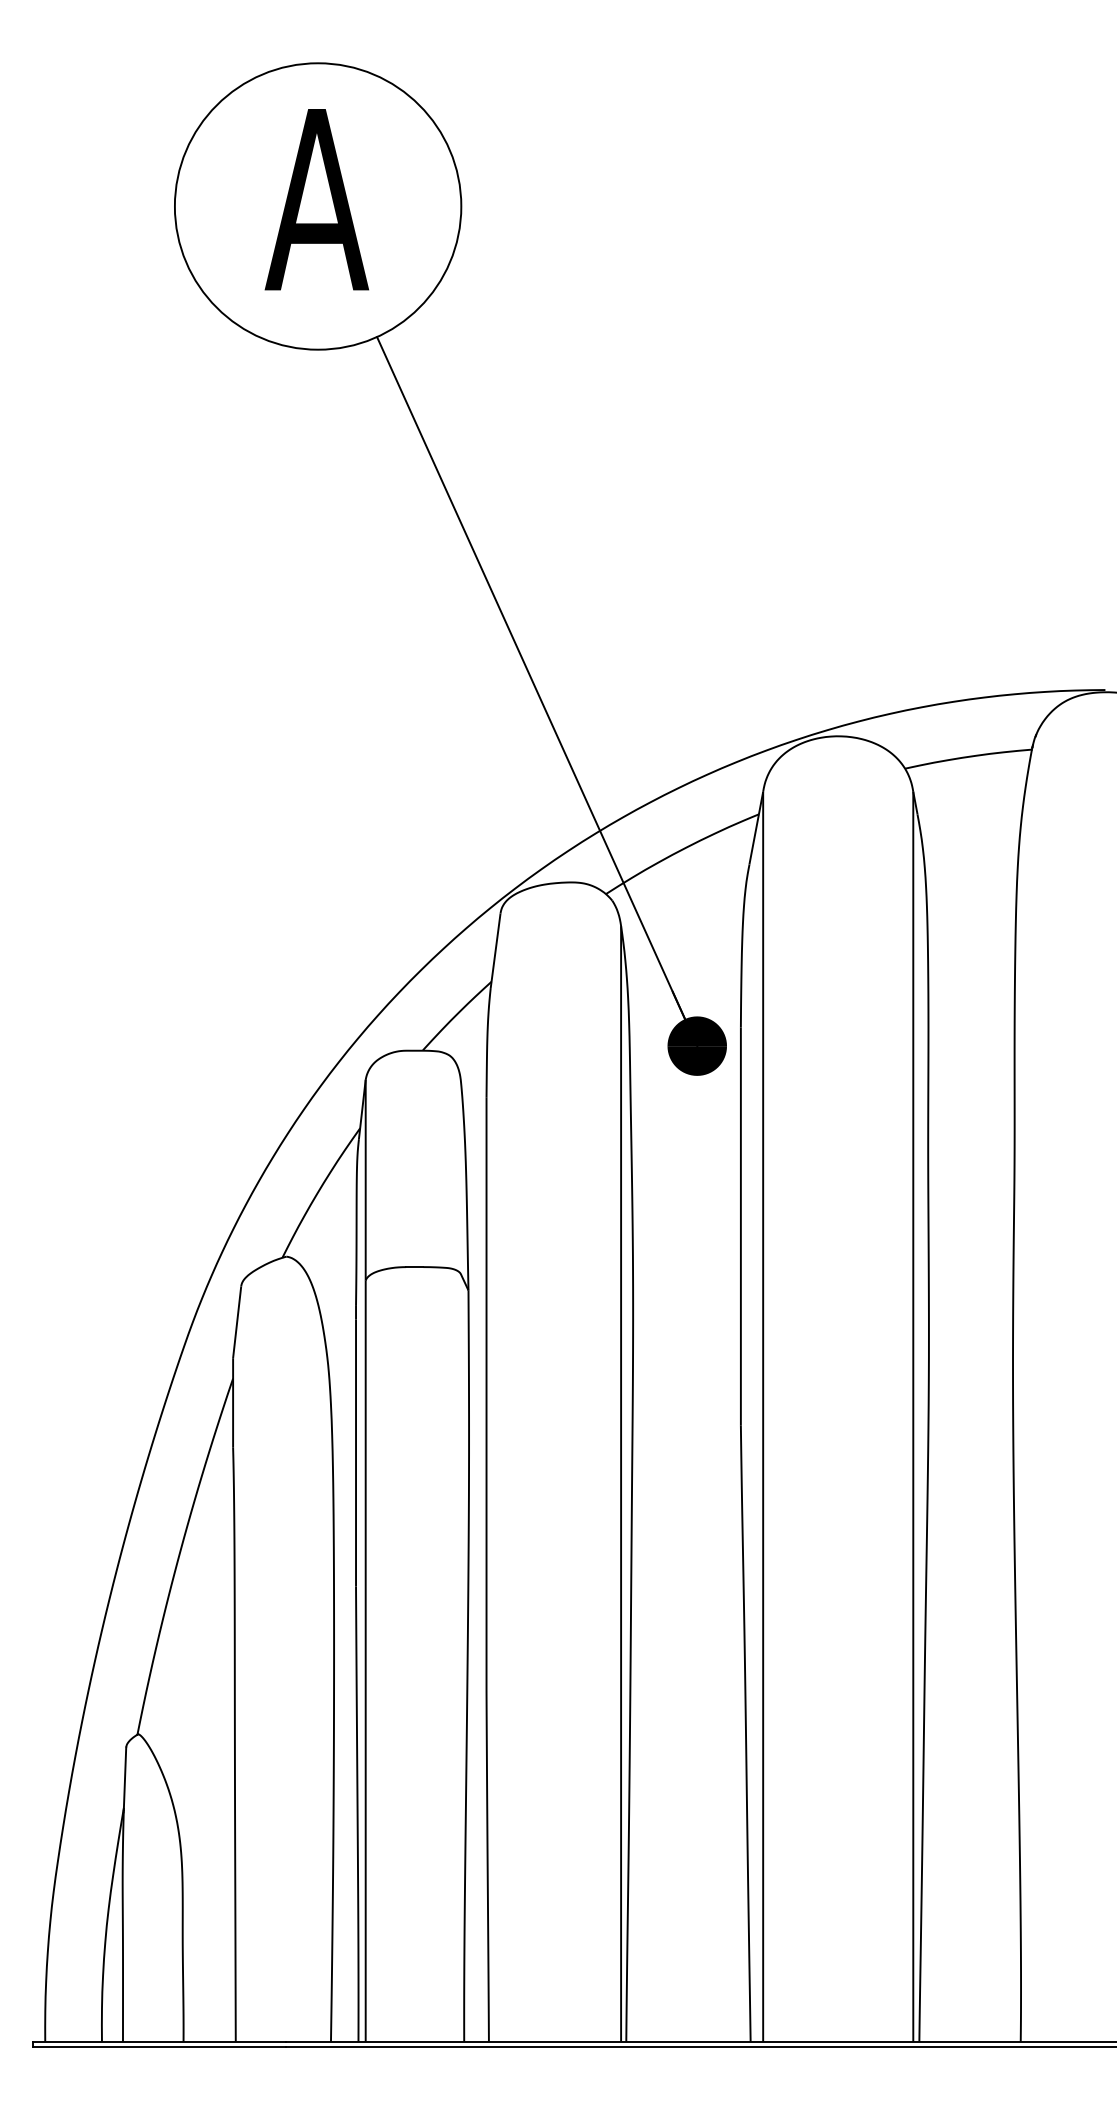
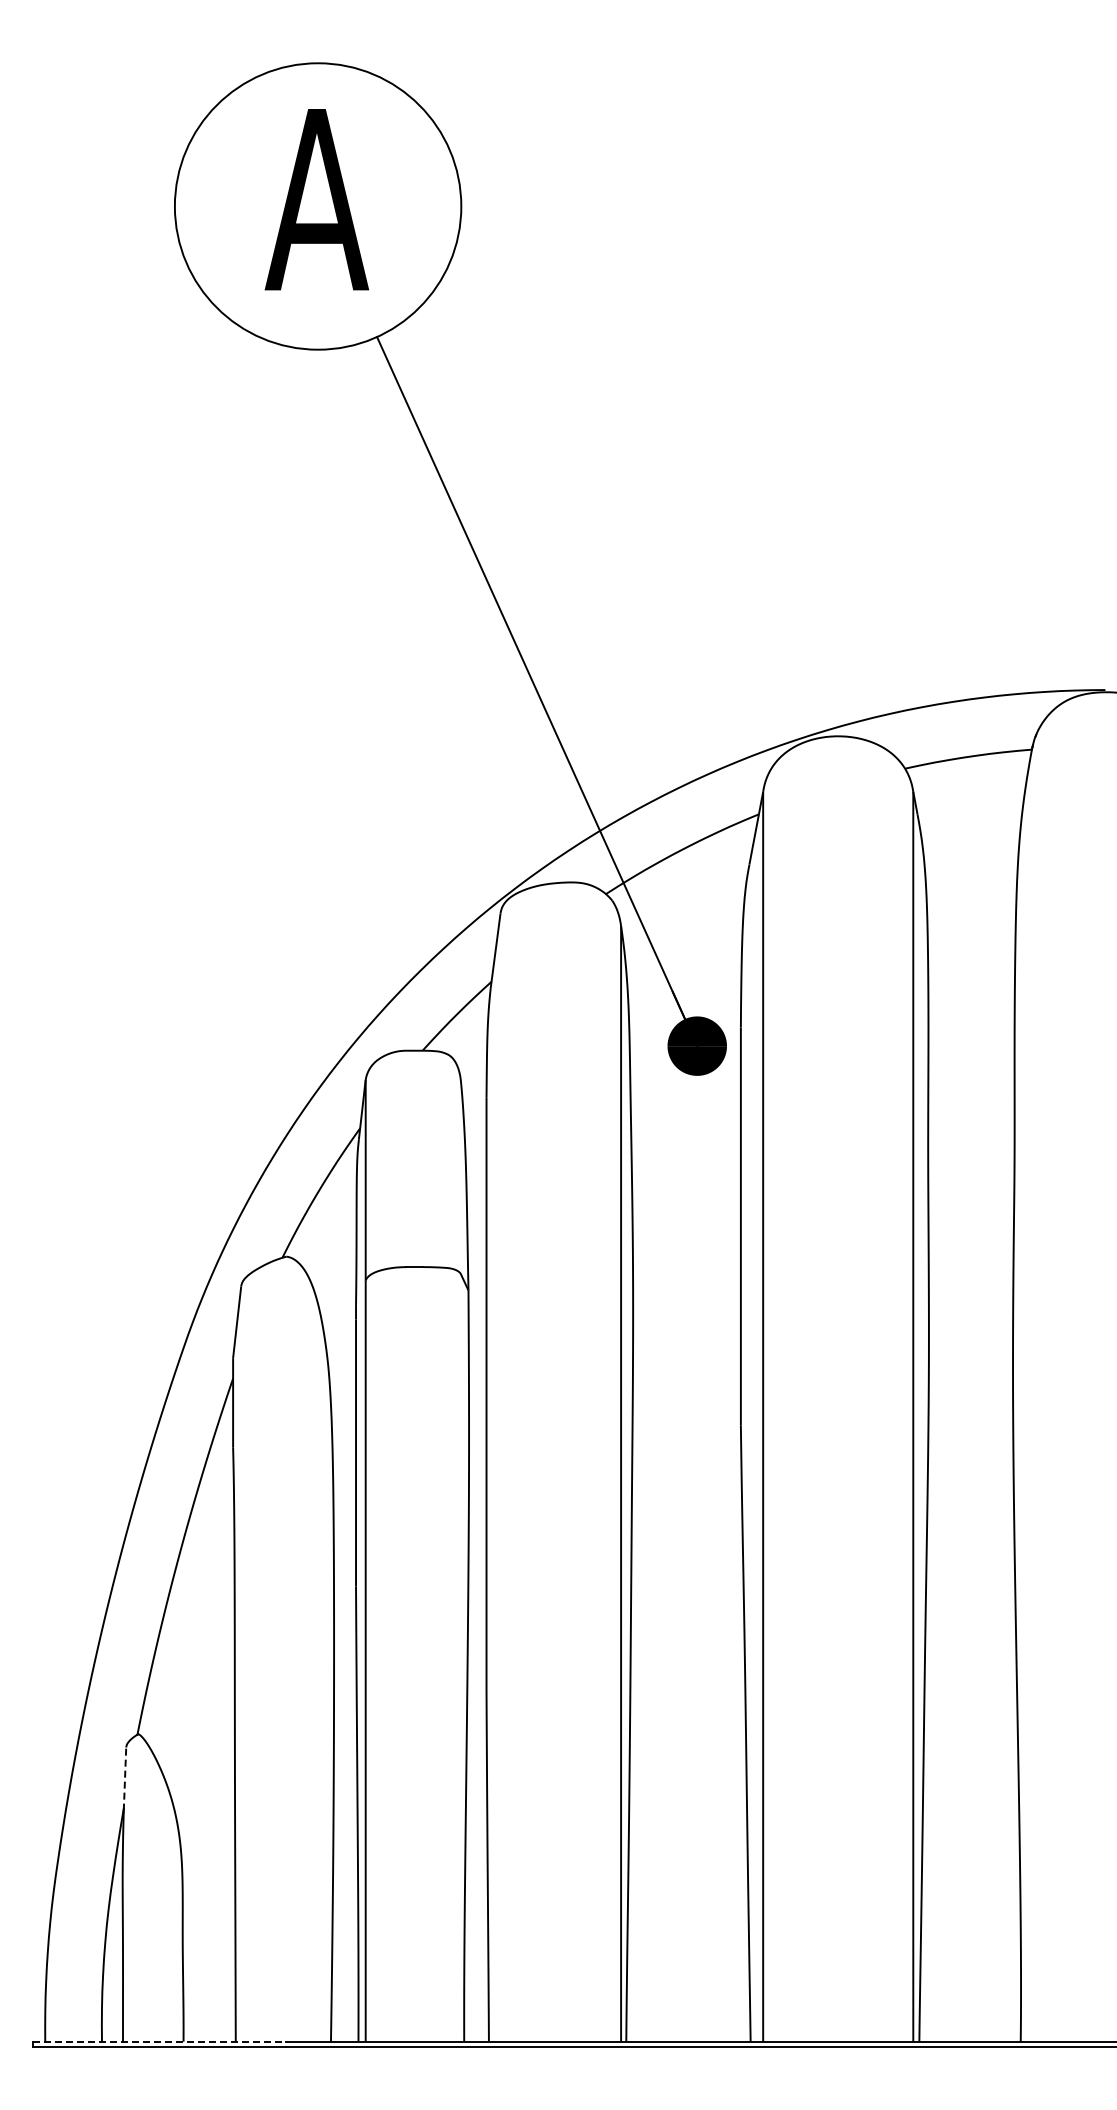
line at (125, 1779): solid -> dashed
line at (160, 2041): solid -> dashed
